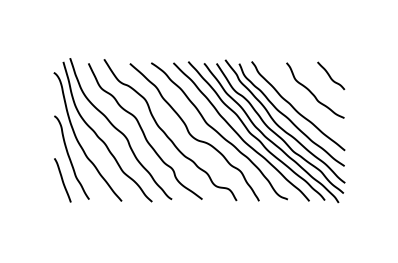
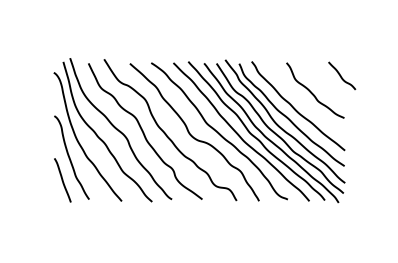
curve at (330, 75) position: (330, 75) -> (341, 75)
